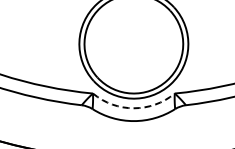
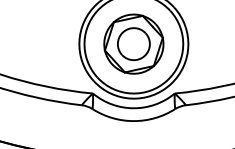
part at (133, 43): none -> present
arc at (133, 108): dashed -> solid
